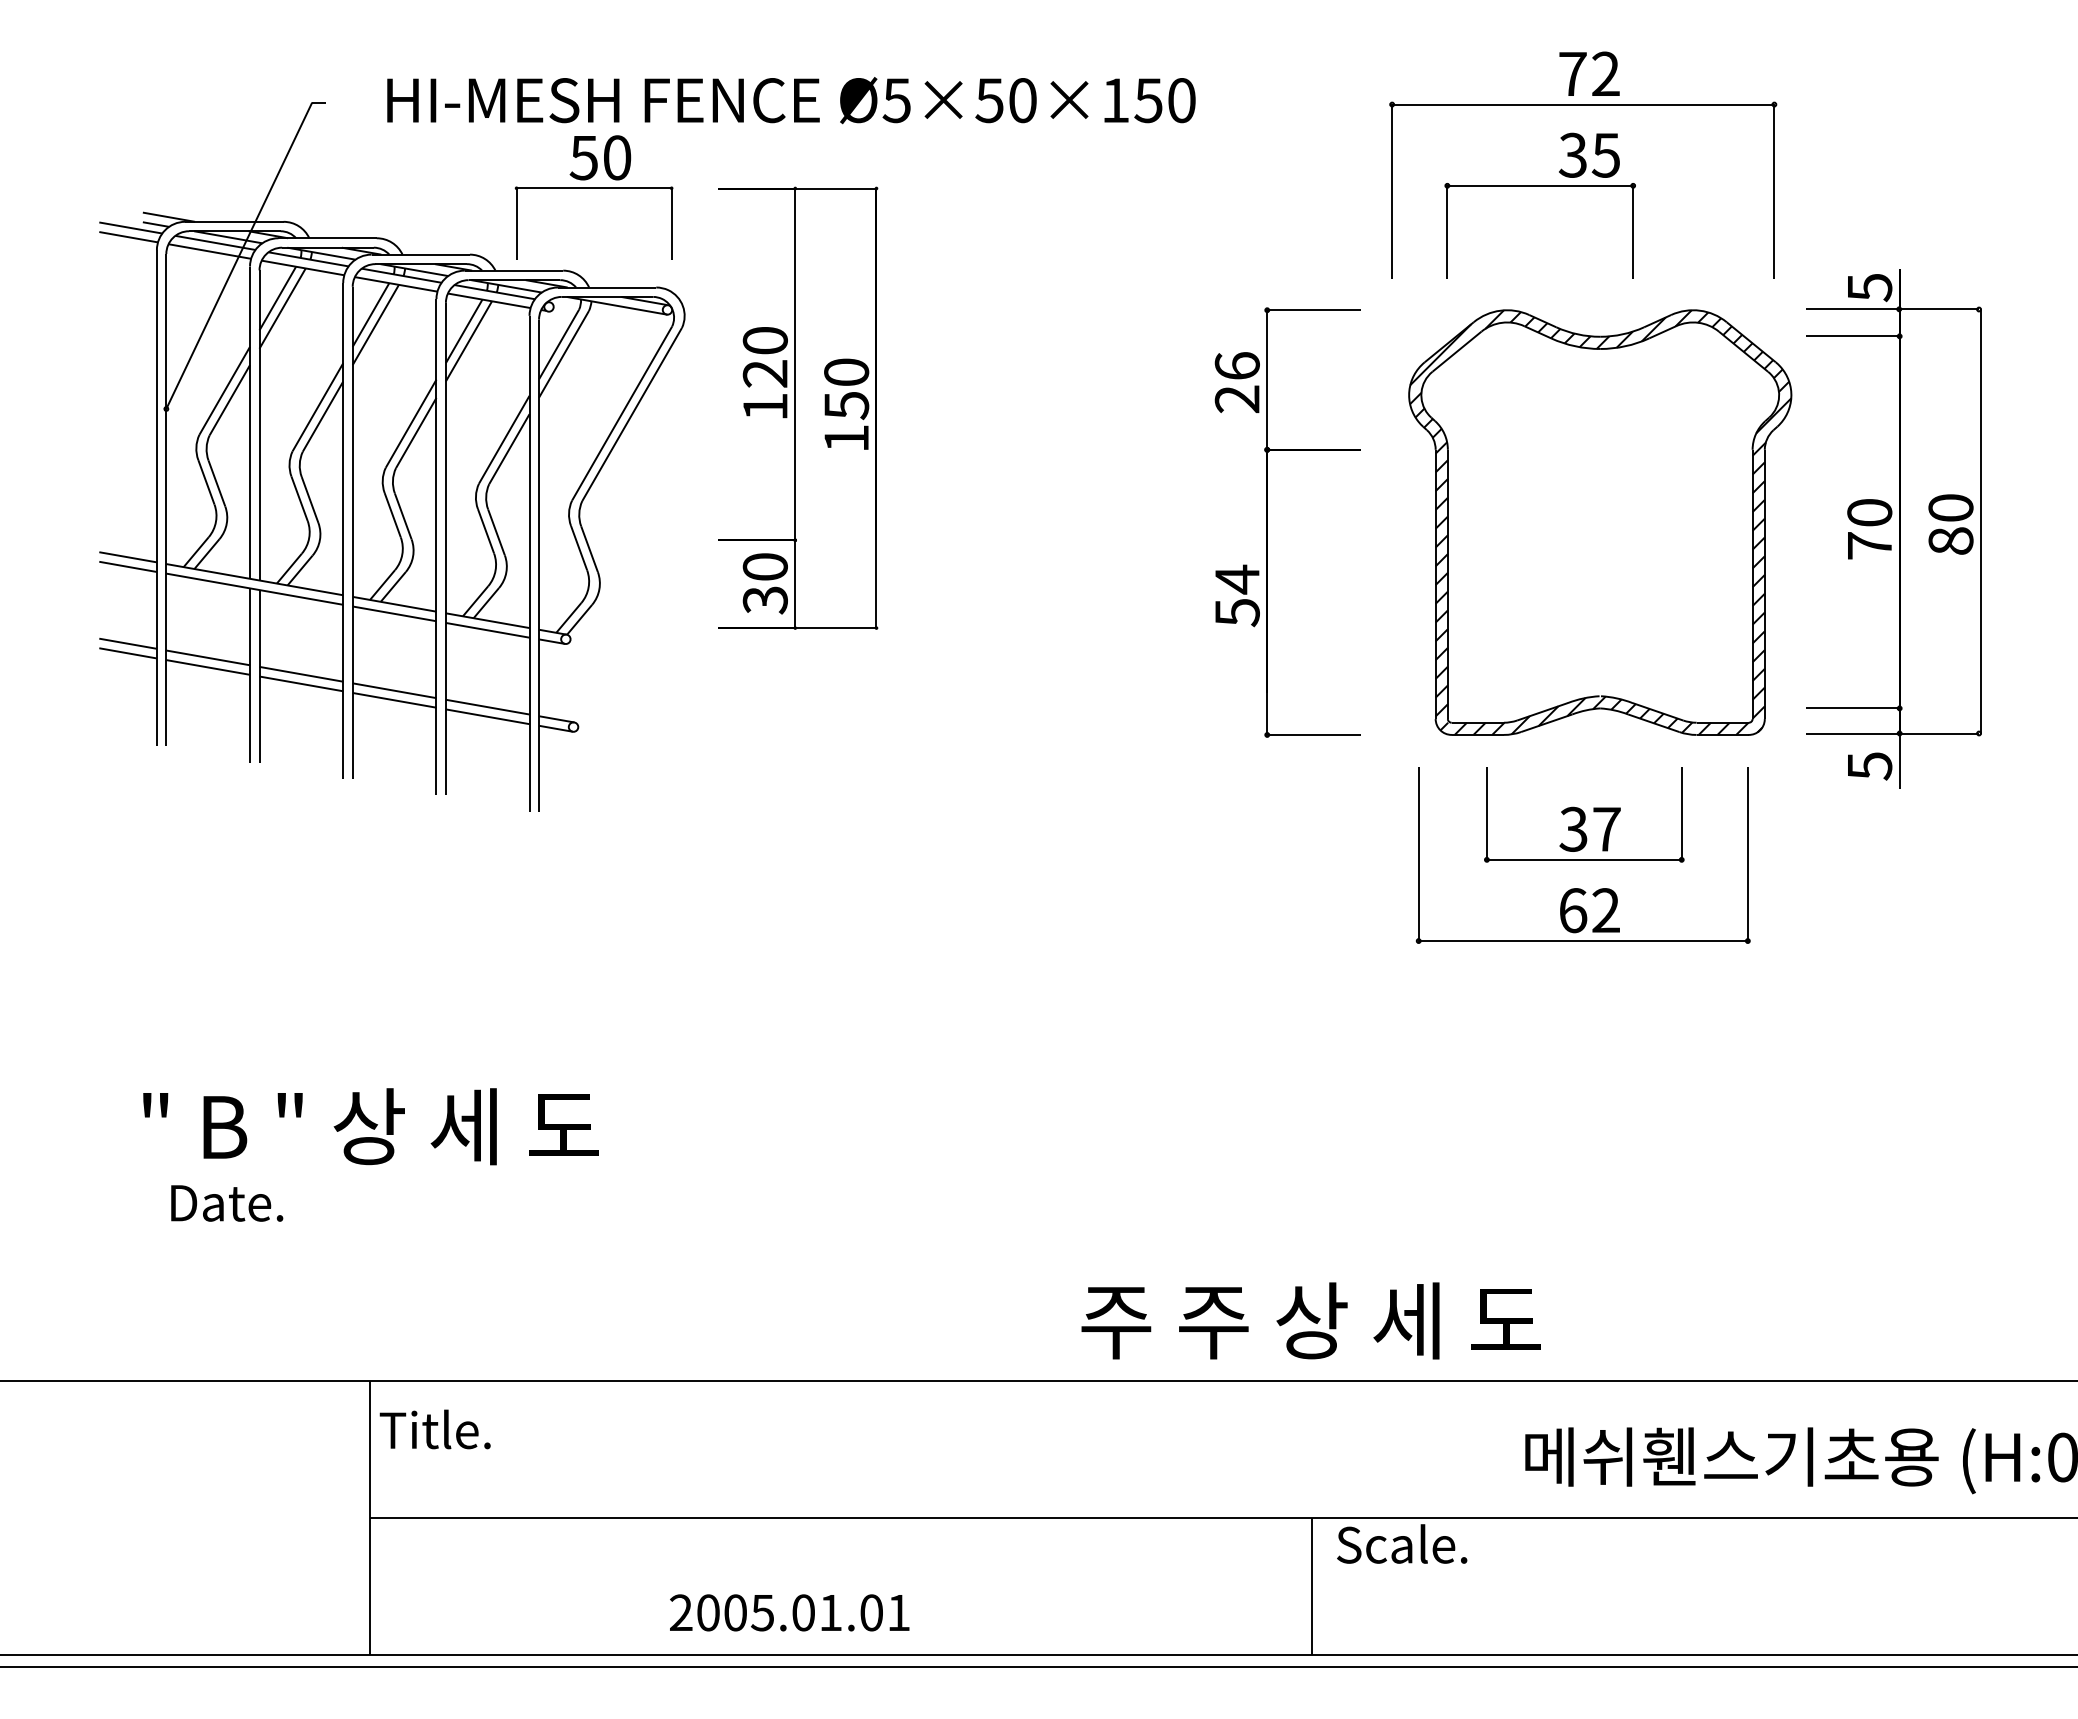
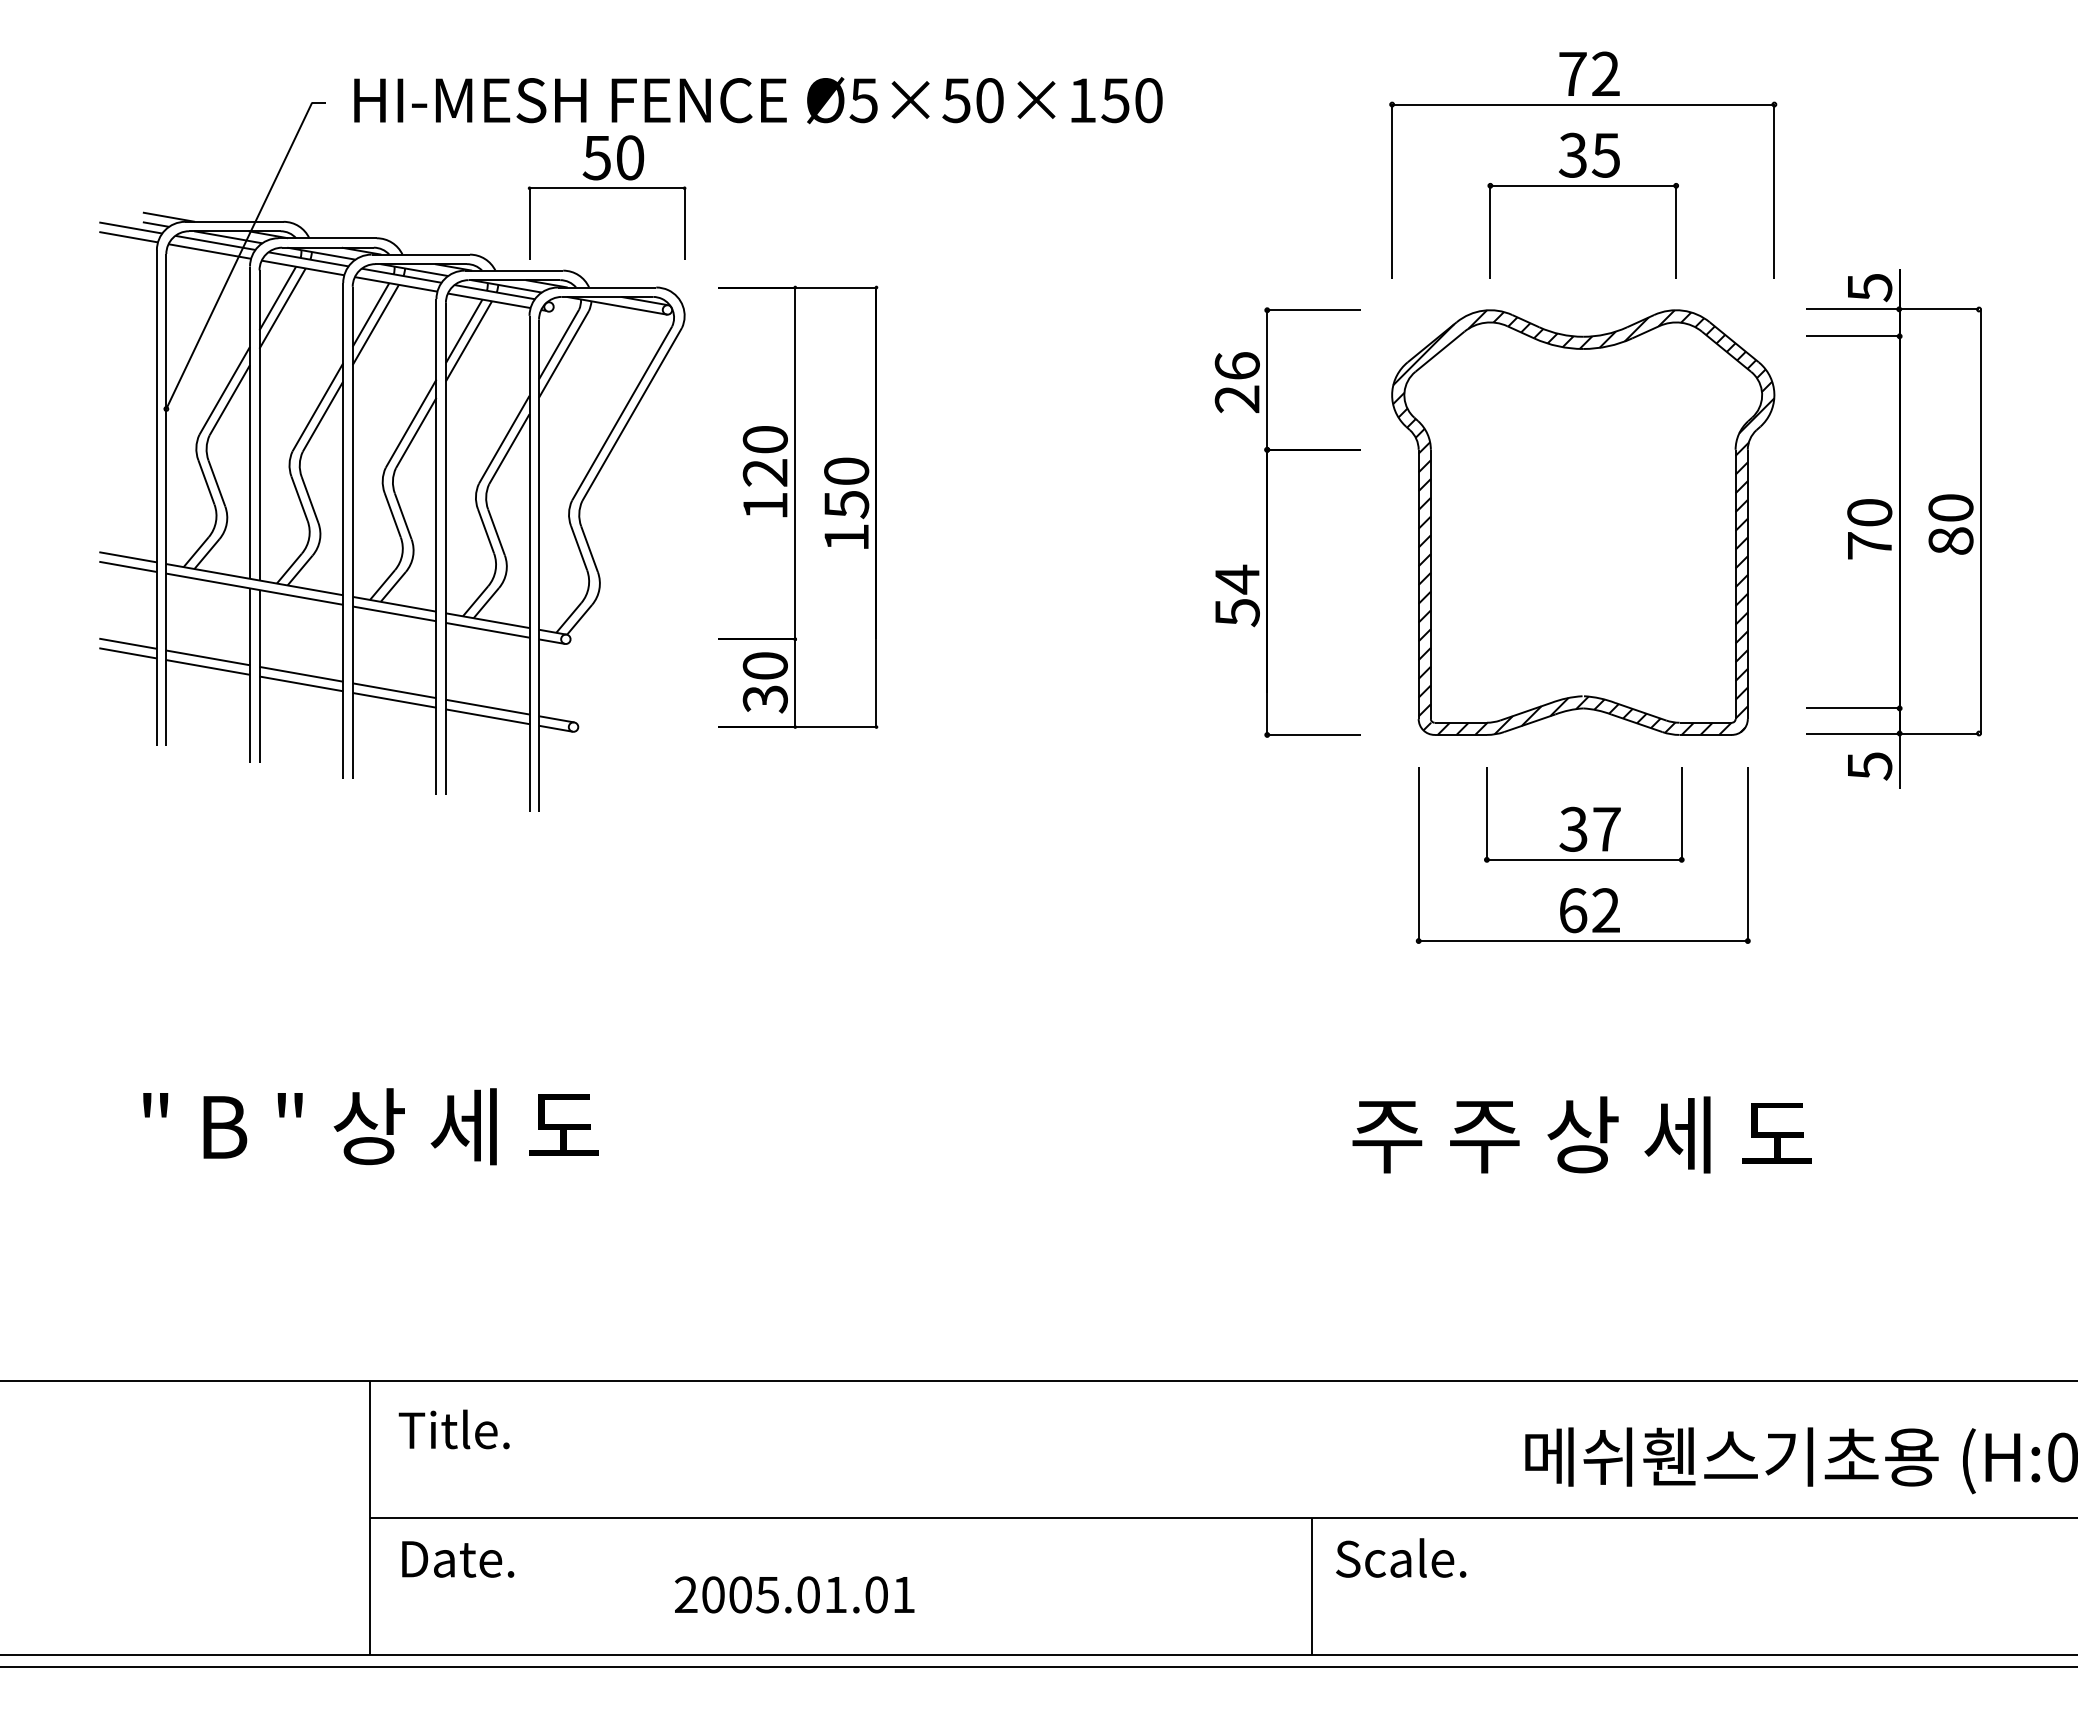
text at (791, 100) position: (791, 100) -> (758, 100)
part at (1539, 186) position: (1539, 186) -> (1582, 186)
part at (593, 188) position: (593, 188) -> (606, 188)
part at (798, 407) position: (798, 407) -> (798, 506)
part at (1600, 522) position: (1600, 522) -> (1583, 522)
text at (227, 1203) position: (227, 1203) -> (458, 1559)
text at (1310, 1320) position: (1310, 1320) -> (1581, 1134)
text at (434, 1429) position: (434, 1429) -> (453, 1429)
text at (1402, 1543) position: (1402, 1543) -> (1401, 1557)
text at (789, 1612) position: (789, 1612) -> (794, 1594)
